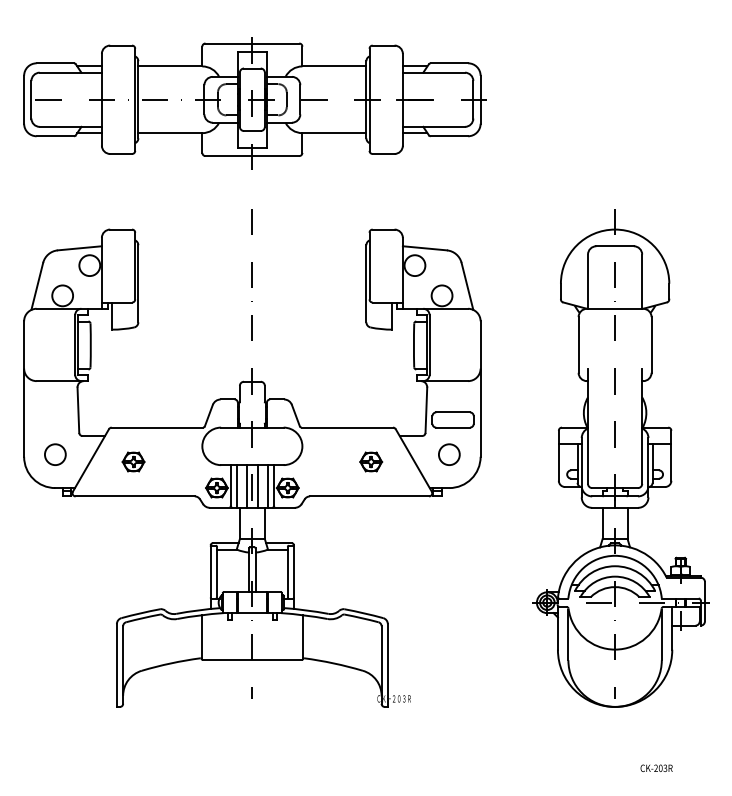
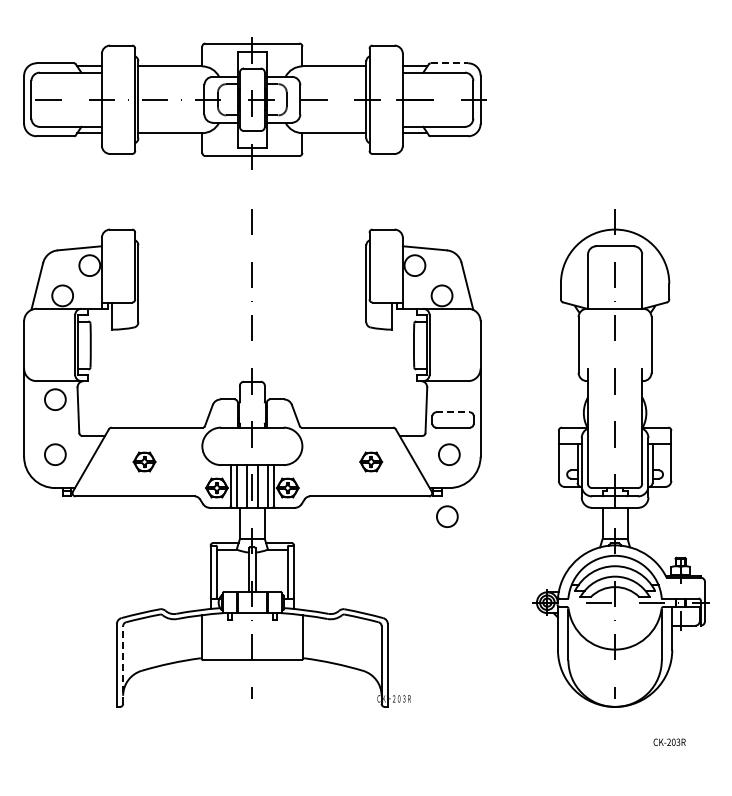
line at (449, 63): solid -> dashed
circle at (55, 399): none -> present
line at (453, 412): solid -> dashed
part at (133, 461) position: (133, 461) -> (144, 461)
circle at (447, 516): none -> present
line at (123, 665): solid -> dashed
text at (656, 767) position: (656, 767) -> (669, 741)
